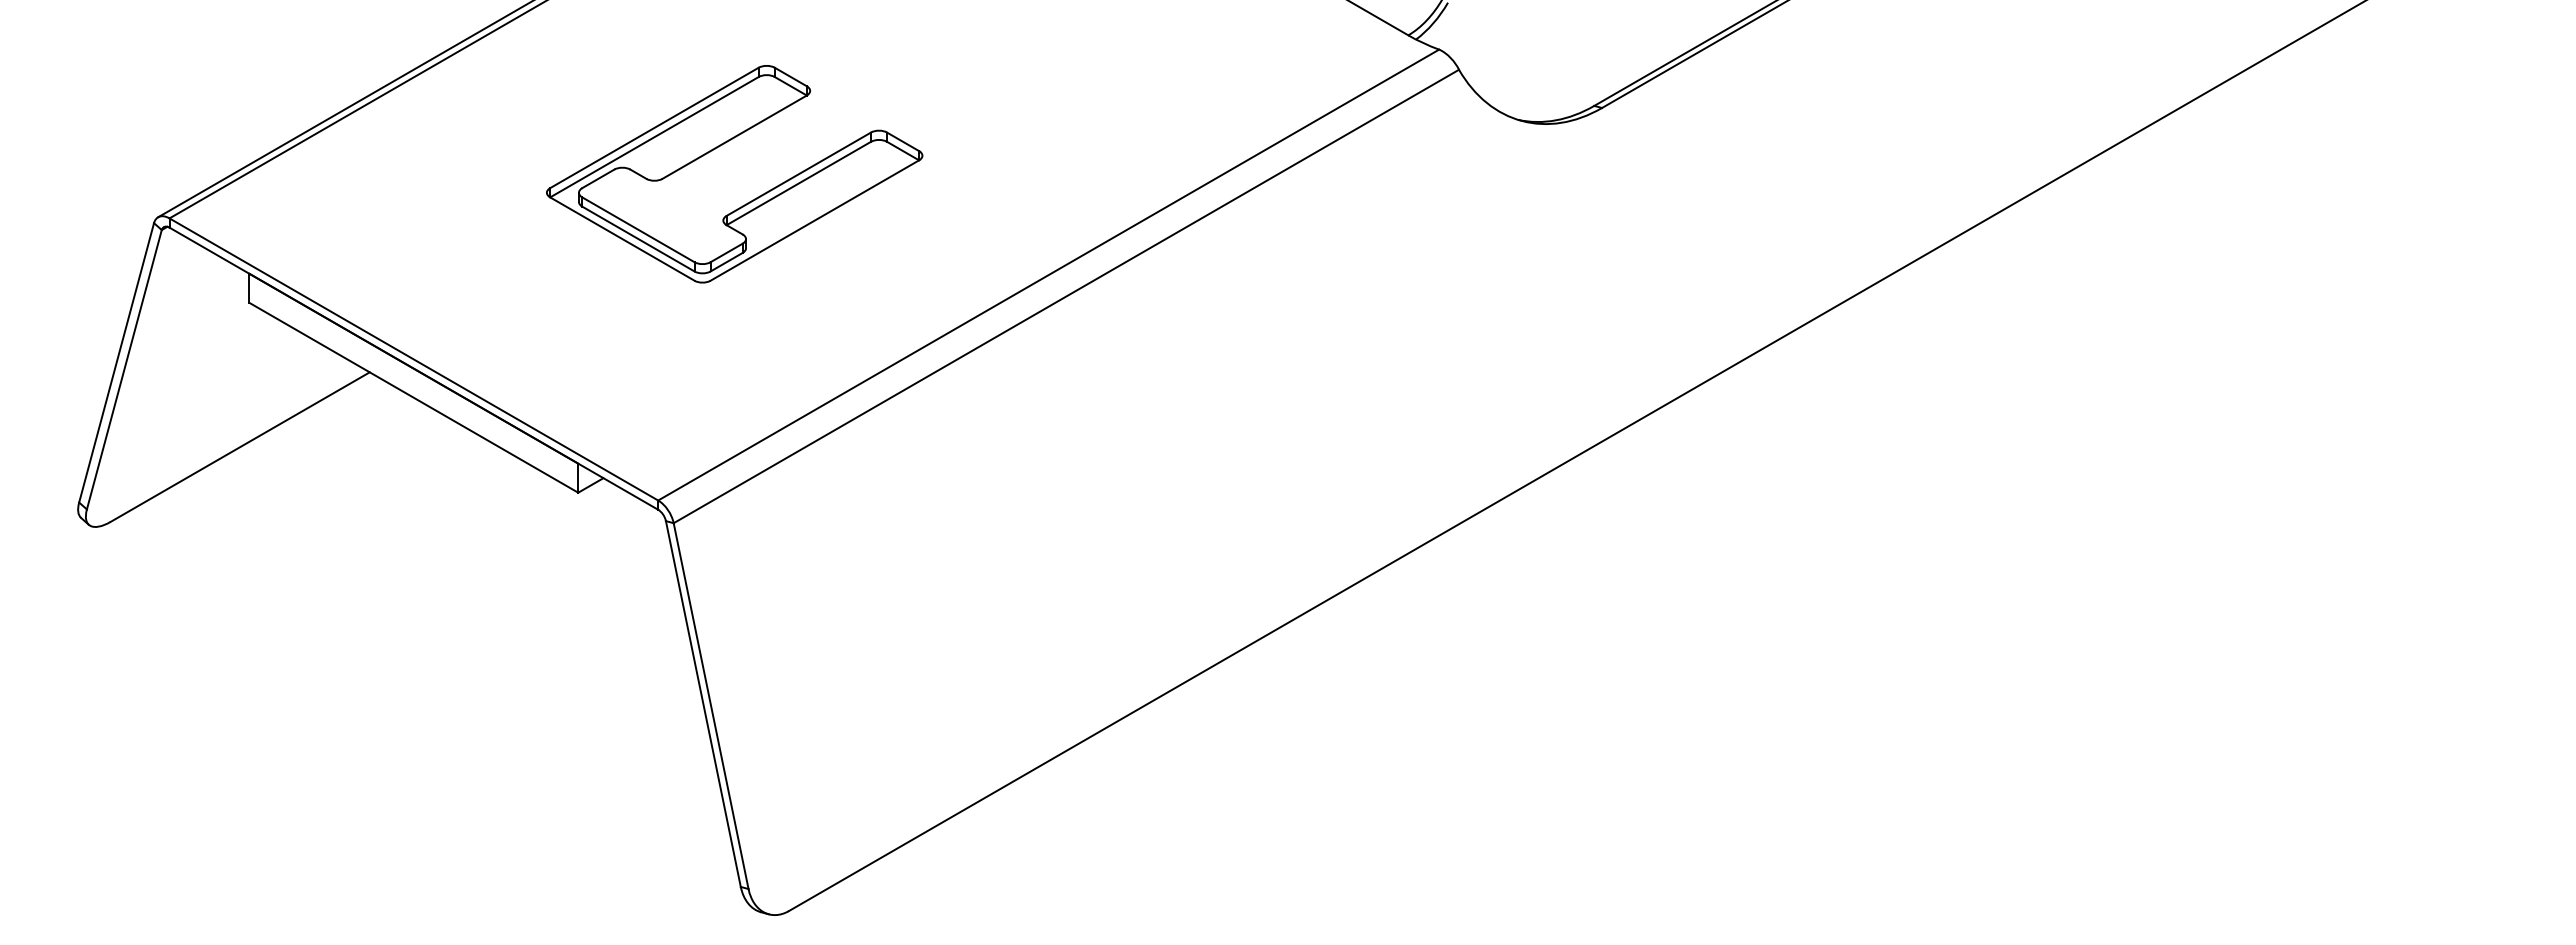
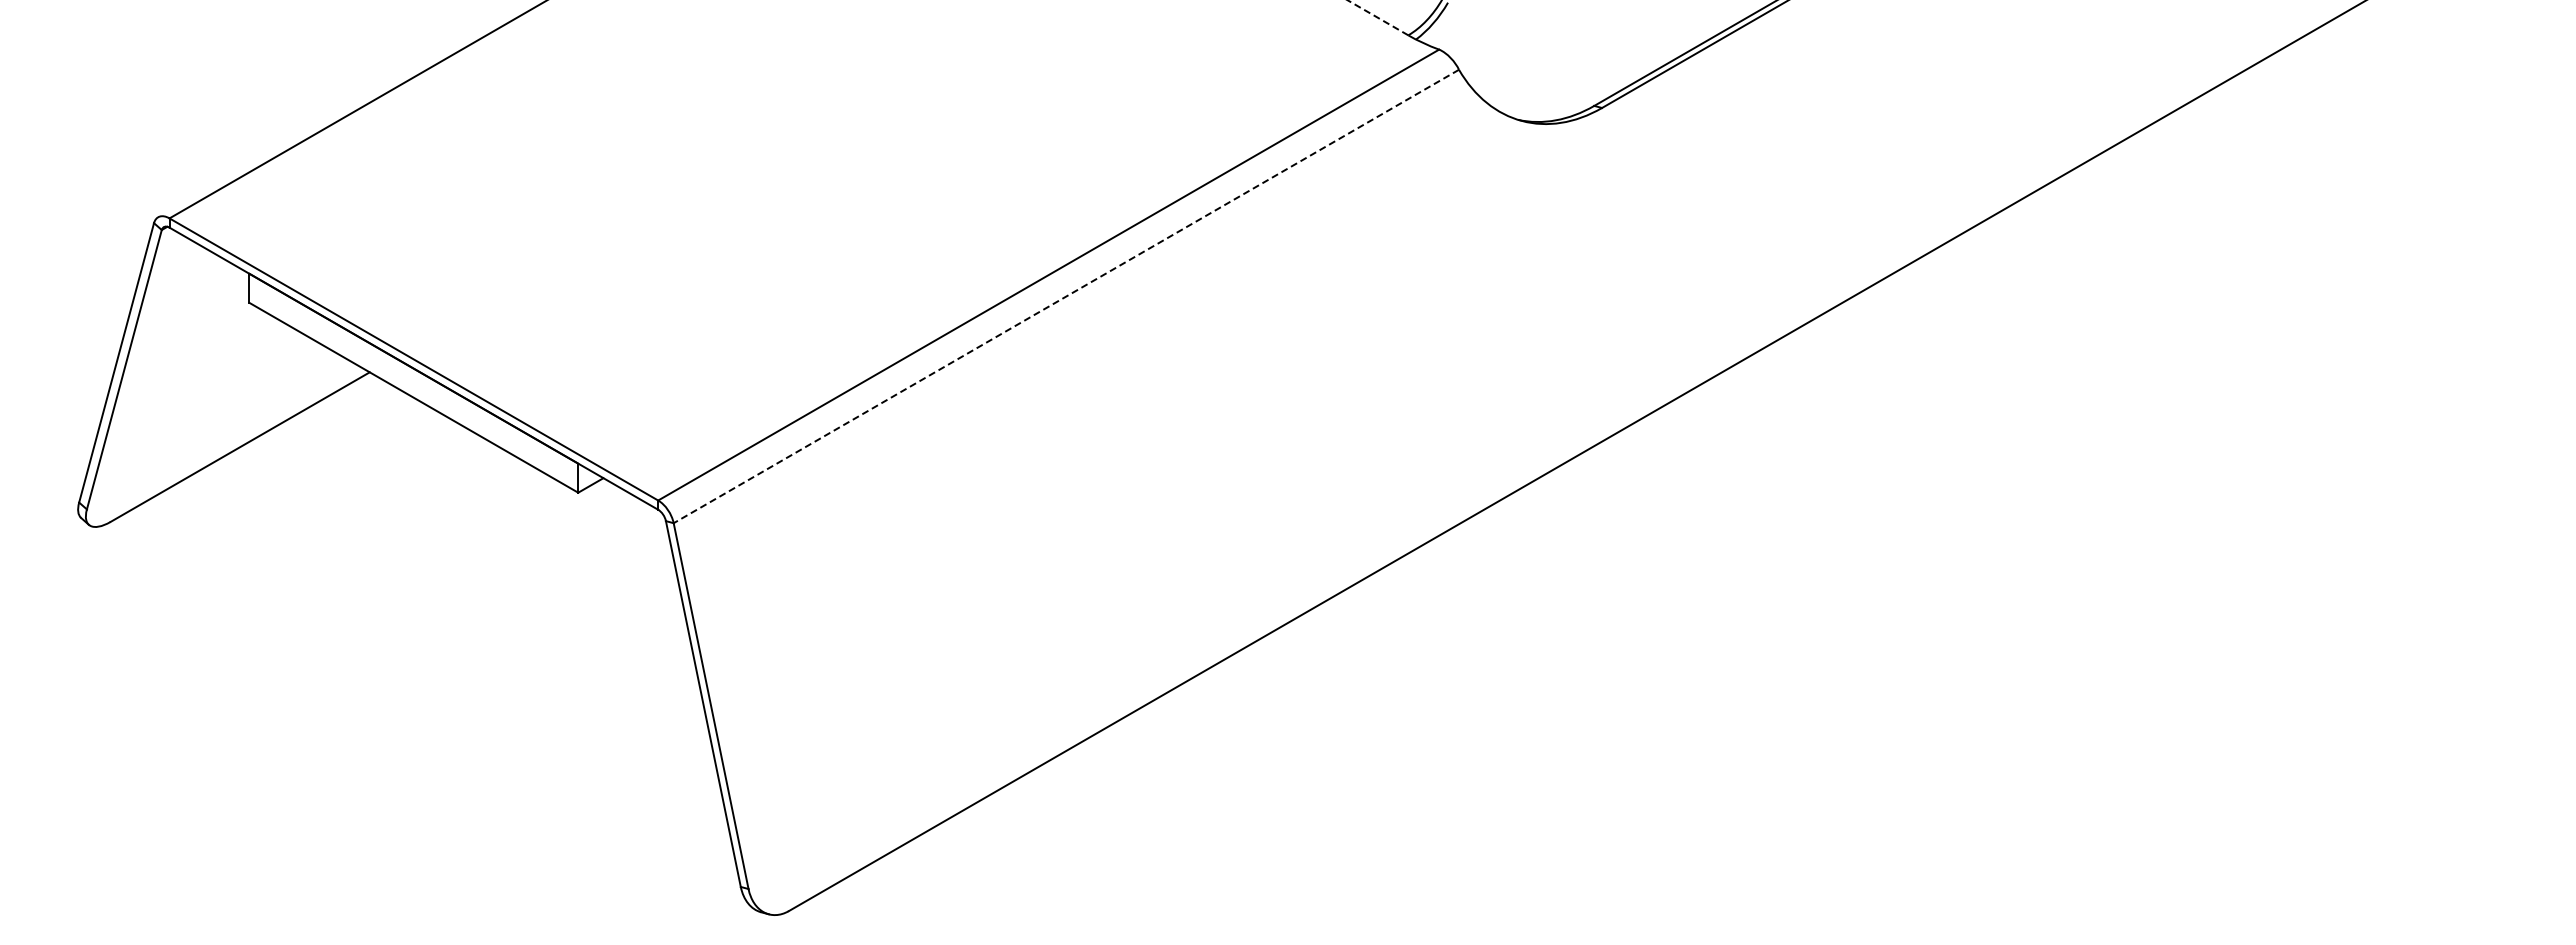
line at (1377, 17): solid -> dashed
line at (344, 109): present -> none
part at (752, 199): present -> none
line at (1065, 296): solid -> dashed
